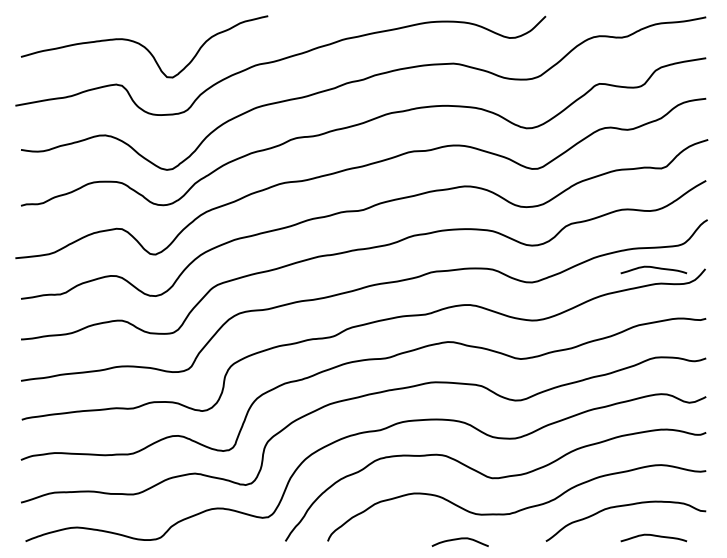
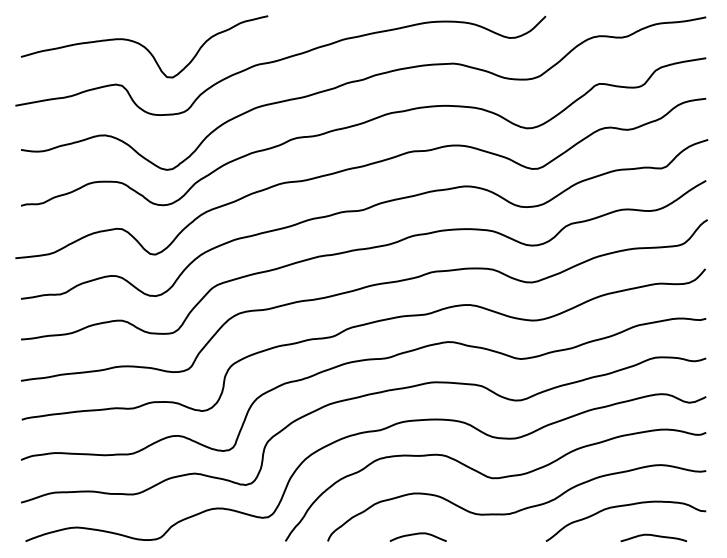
curve at (653, 268): present -> none
curve at (459, 539) position: (459, 539) -> (417, 534)
